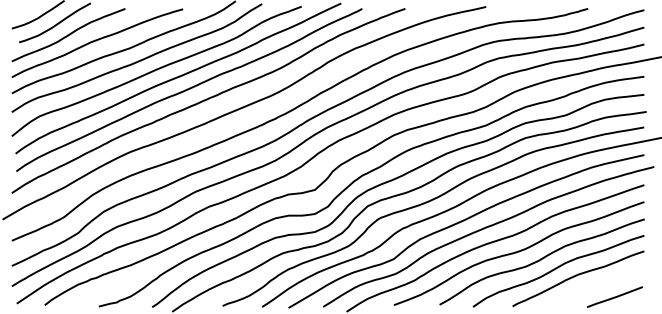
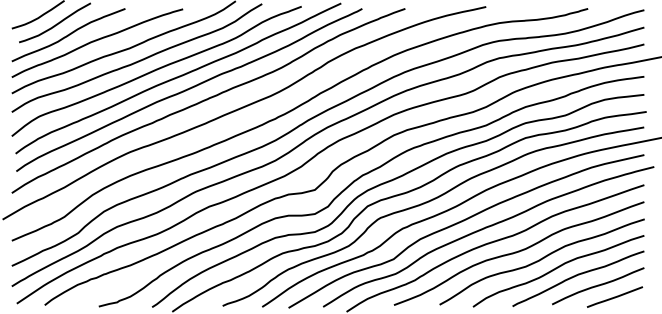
curve at (598, 286): none -> present
